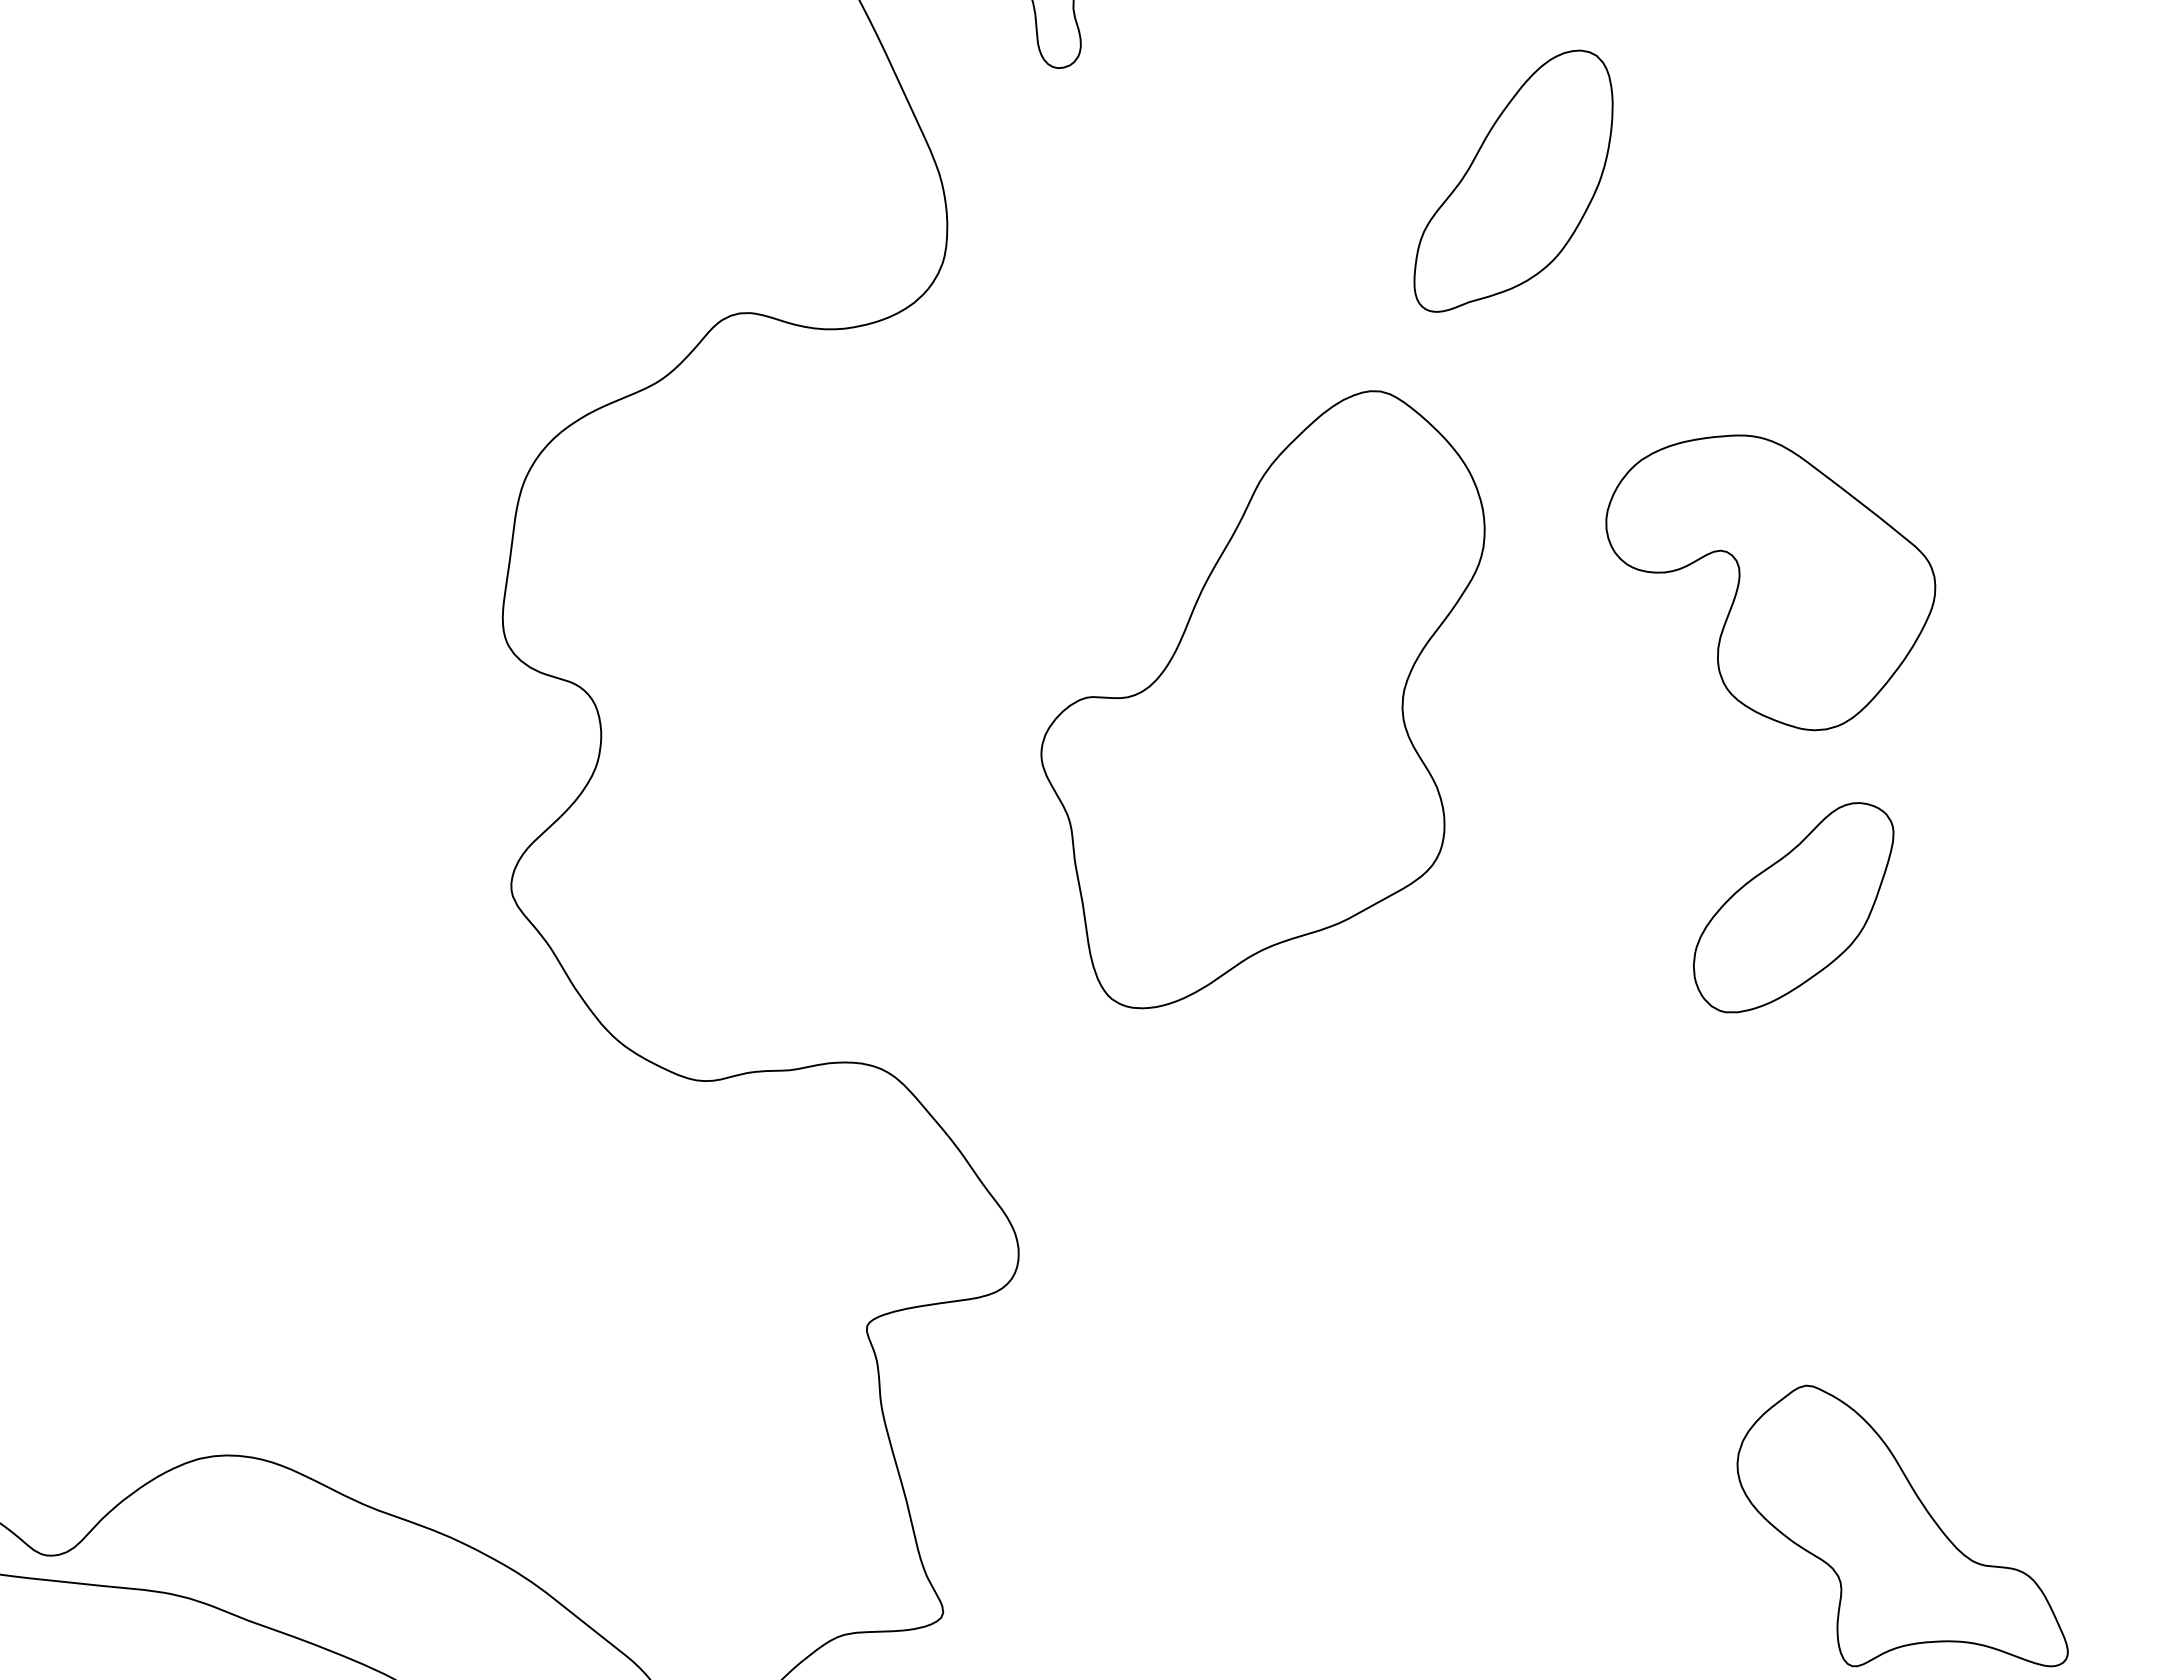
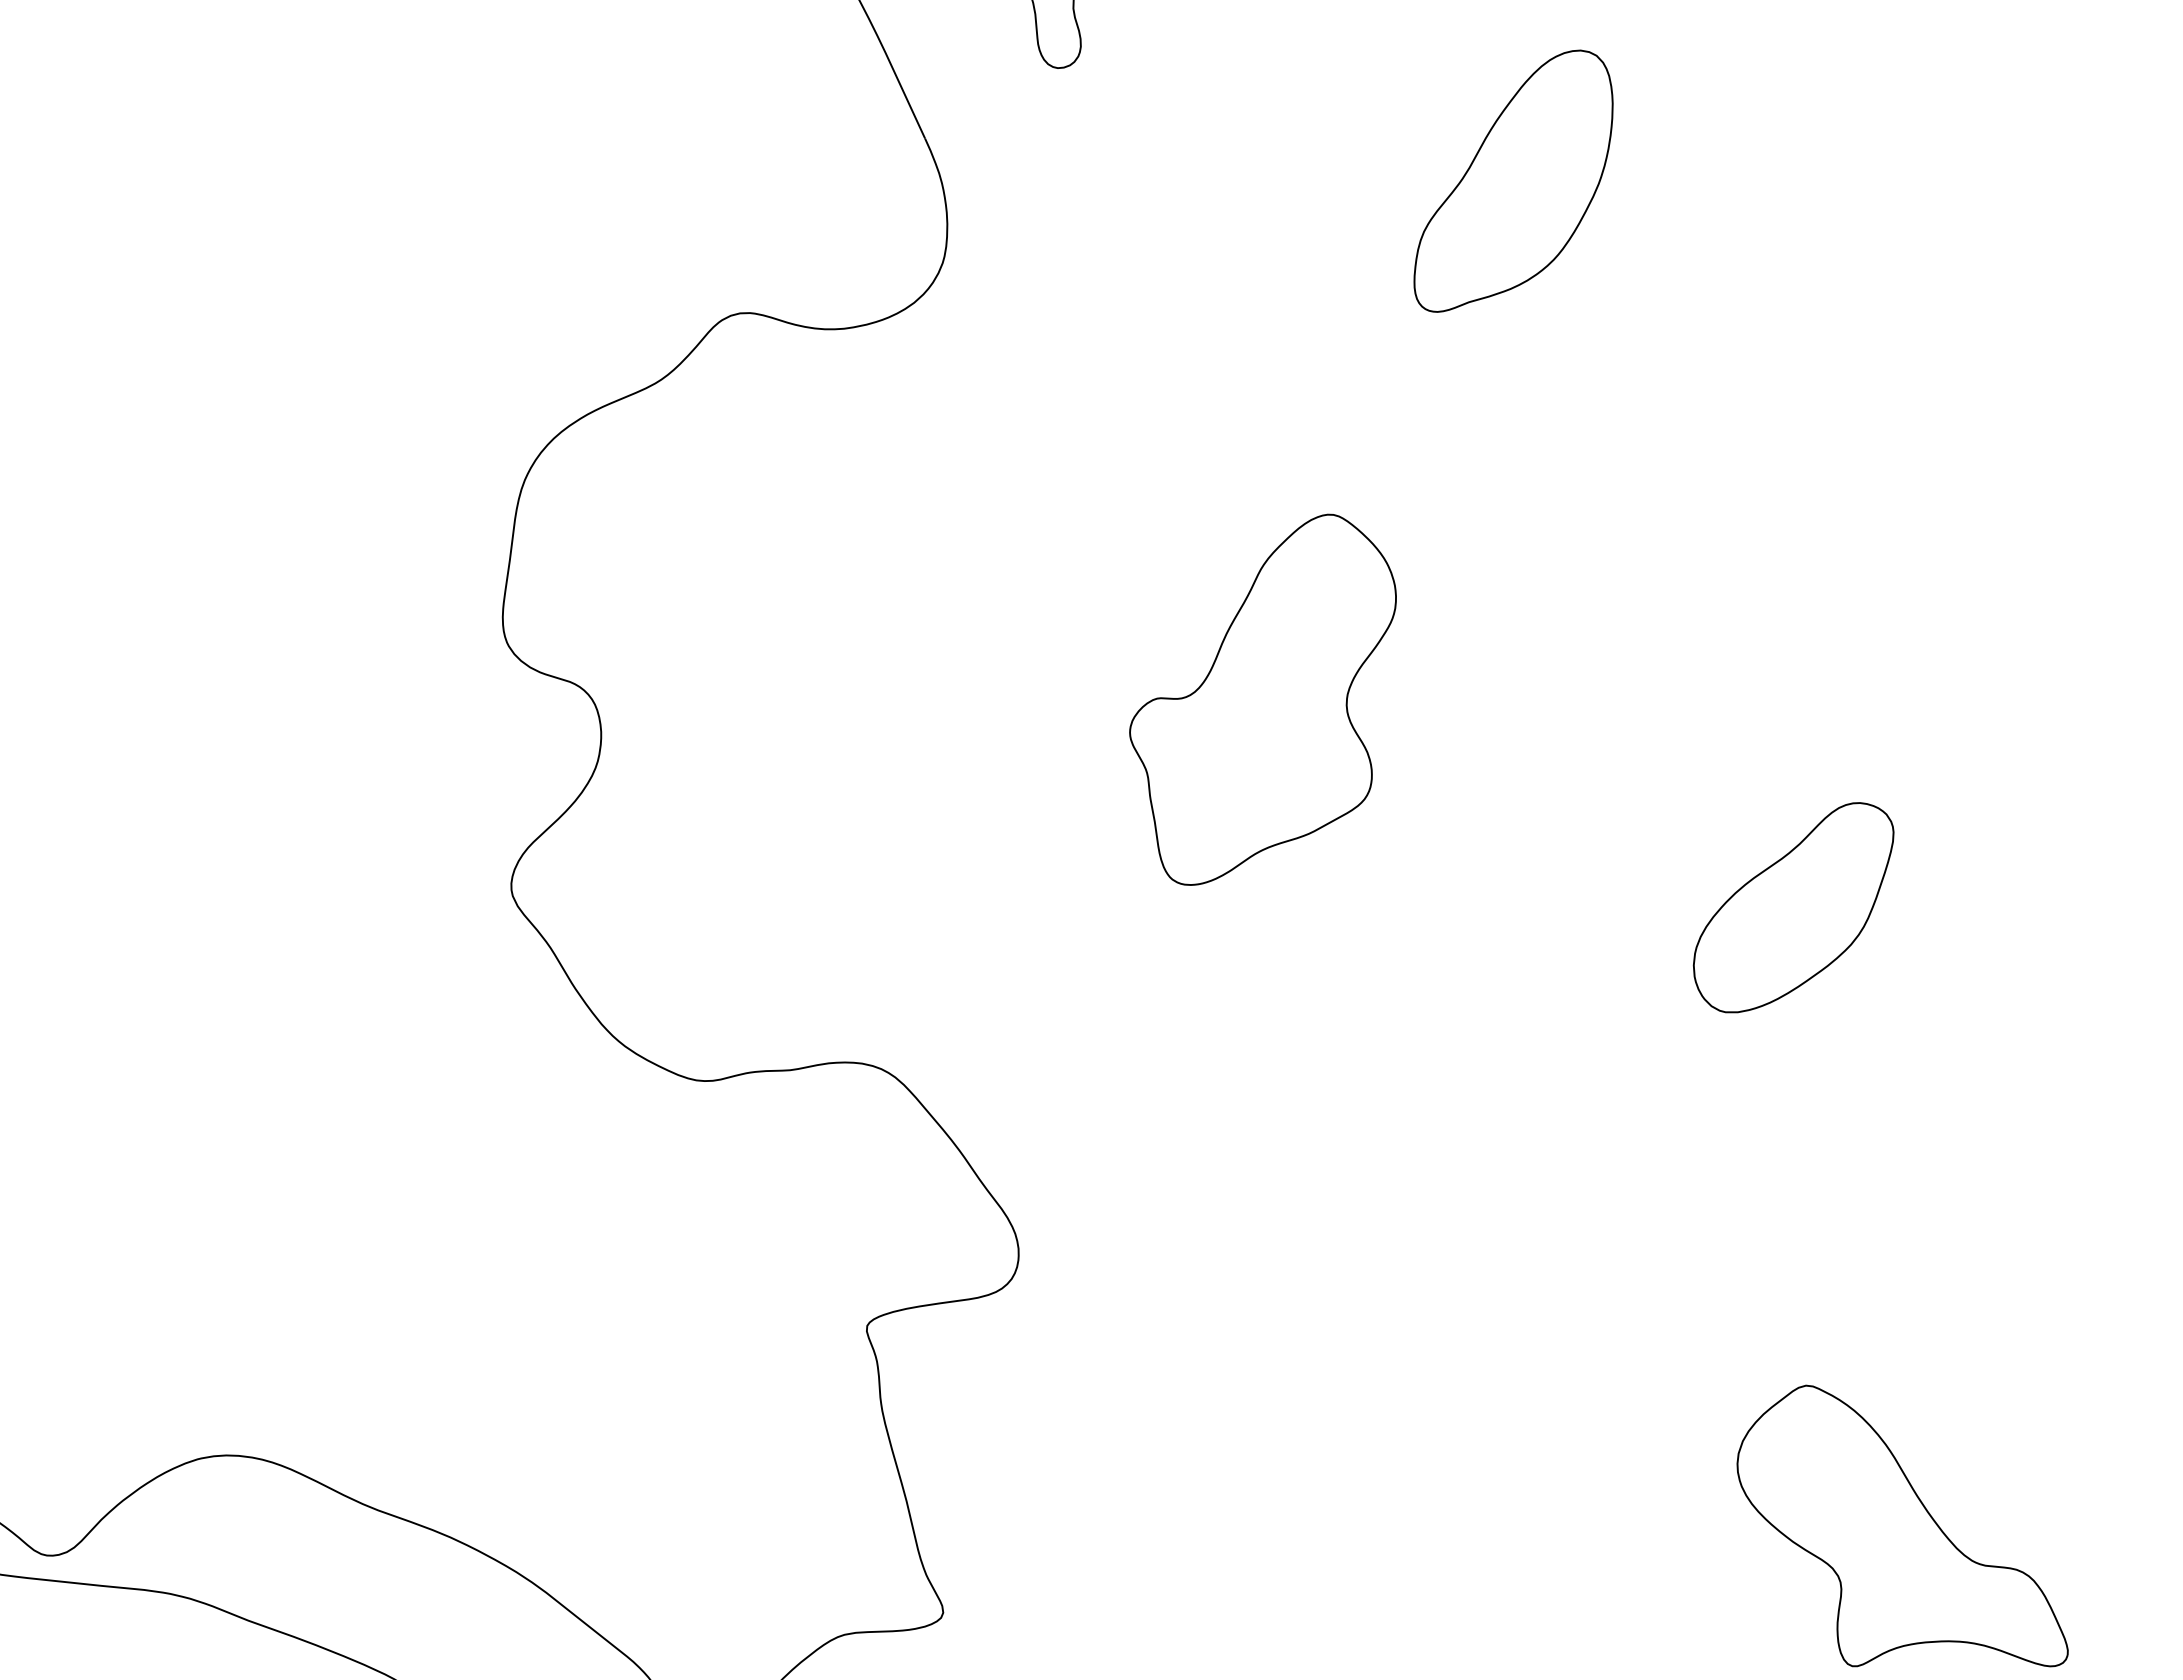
part at (1770, 582): present -> none
part at (1262, 699) size: 446x620 px -> 268x373 px
